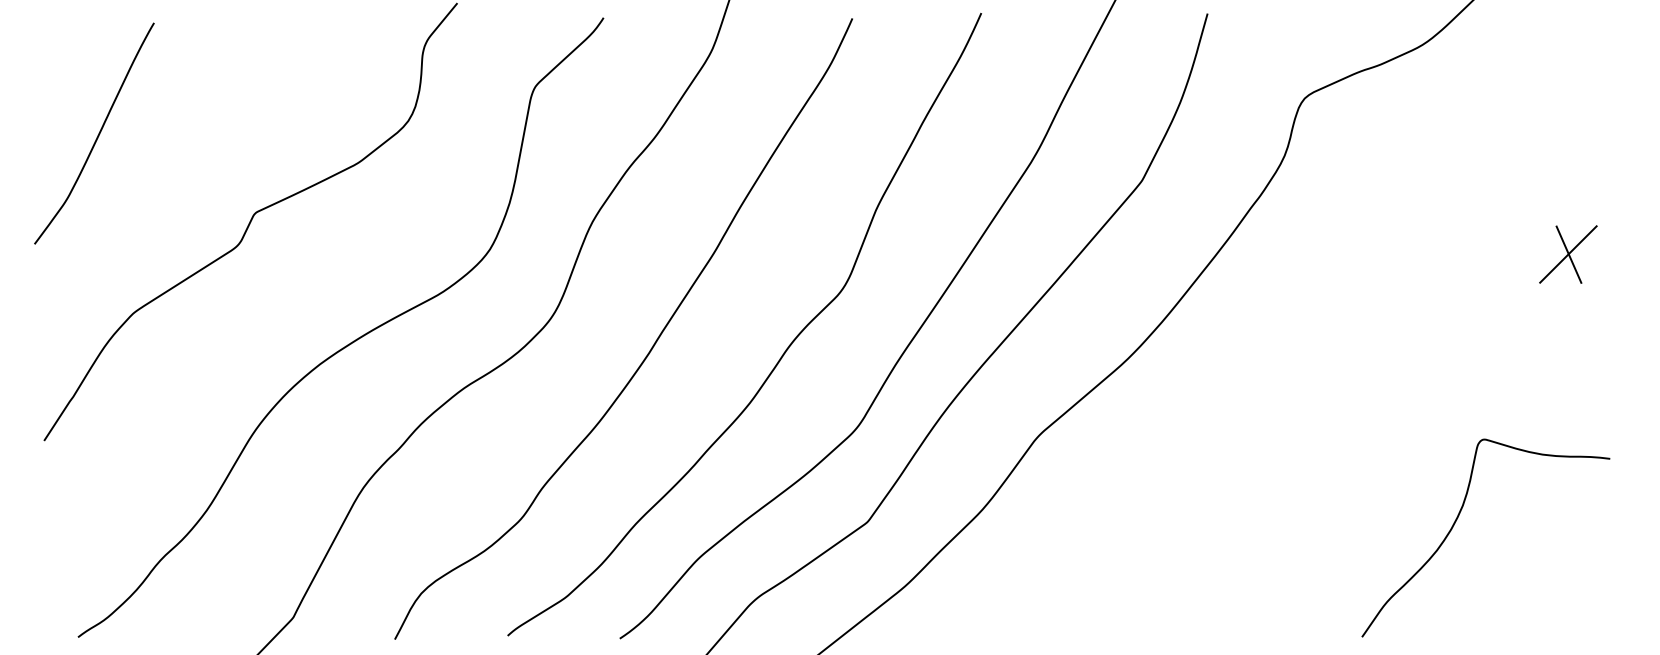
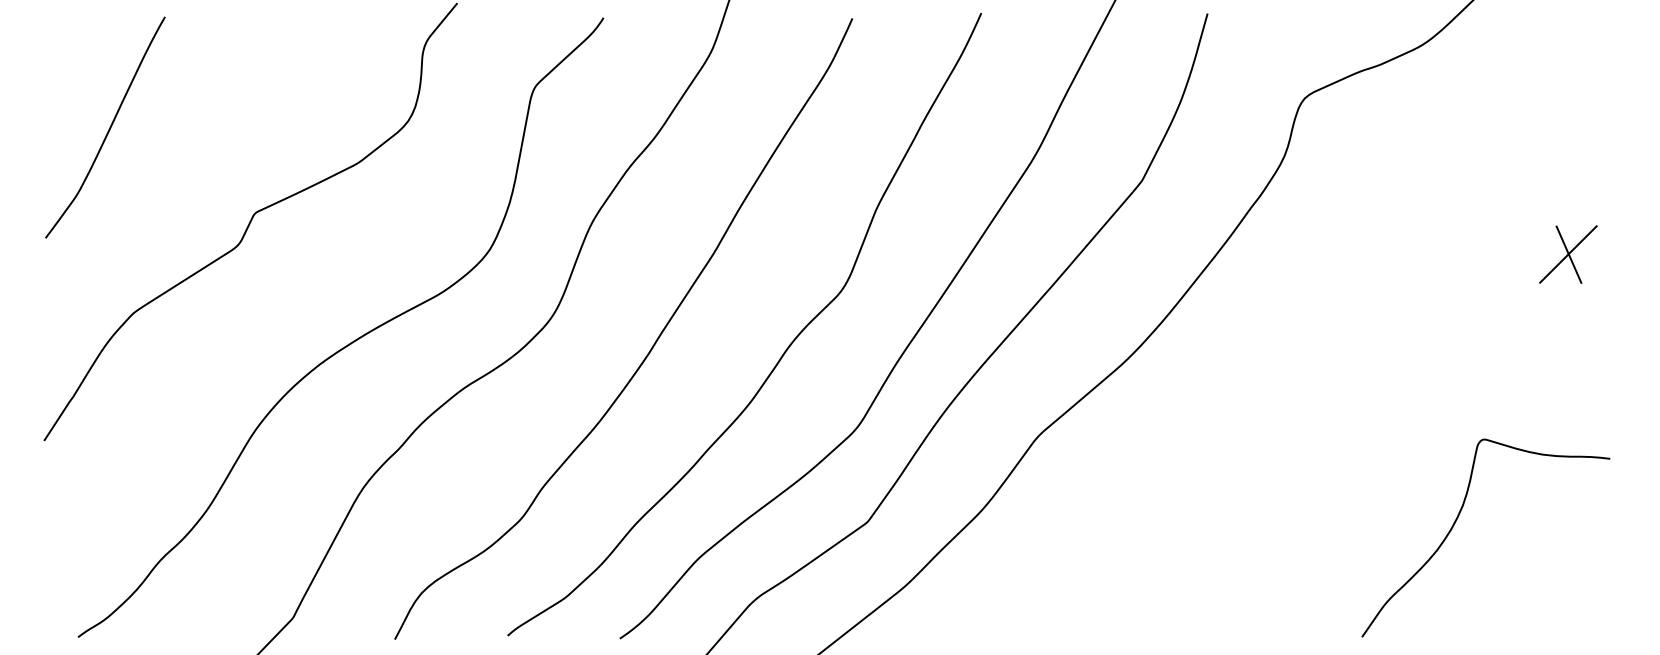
curve at (97, 135) position: (97, 135) -> (108, 129)
